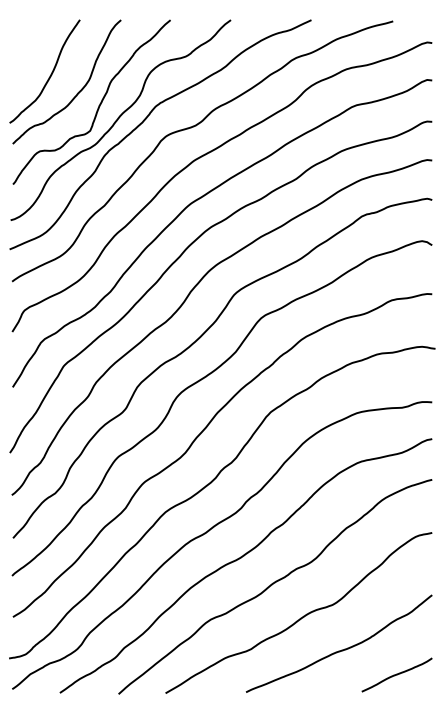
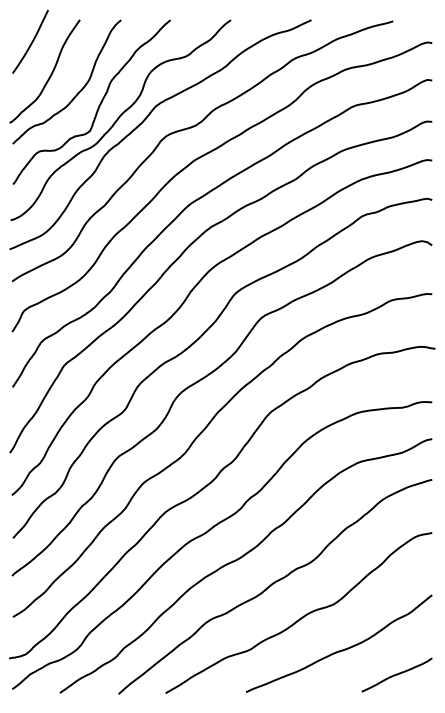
curve at (31, 41): none -> present
